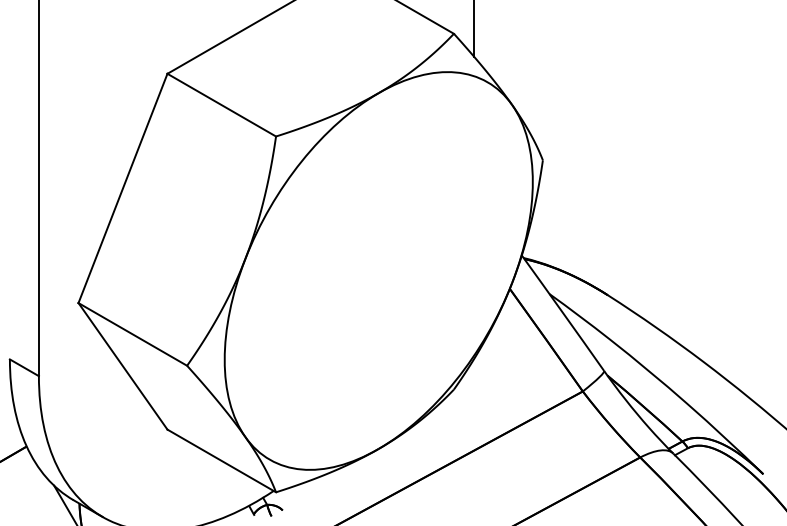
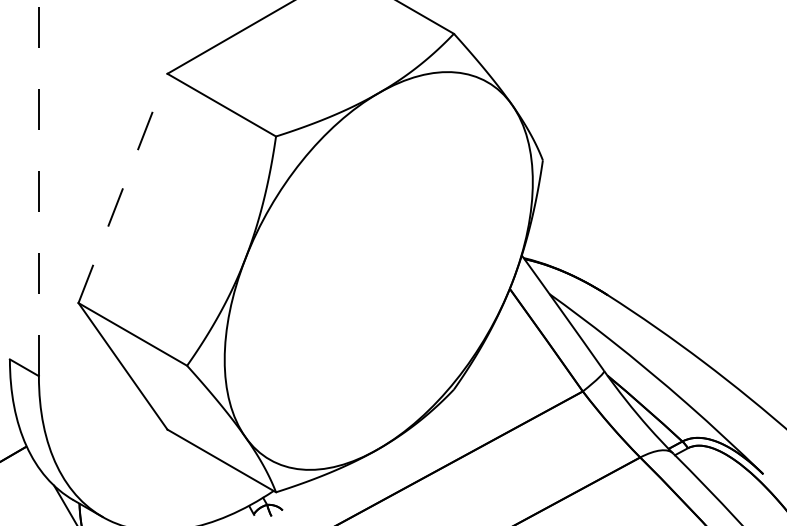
line at (473, 29): present -> none
line at (38, 188): solid -> dashed
line at (123, 188): solid -> dashed
